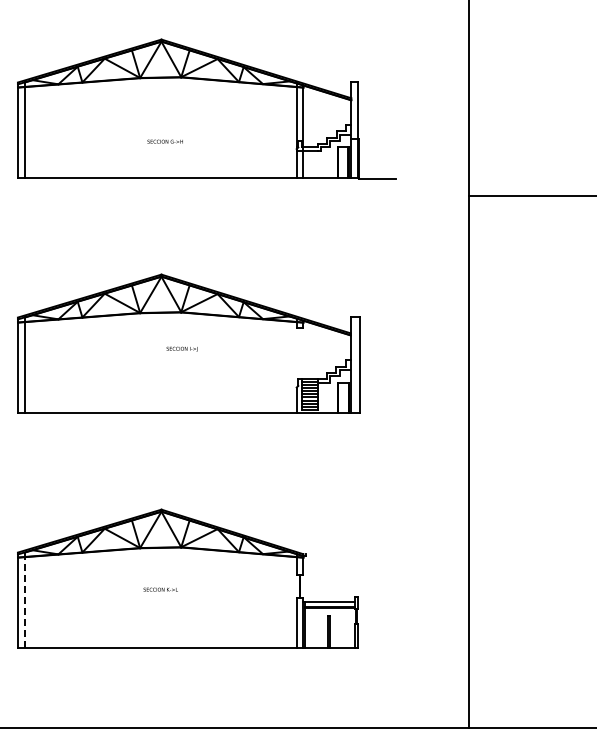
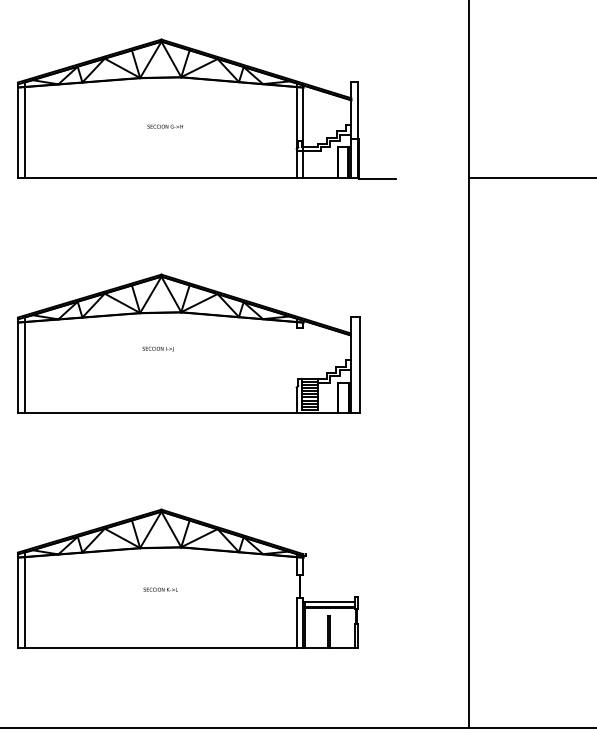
text at (164, 141) position: (164, 141) -> (164, 126)
line at (531, 196) position: (531, 196) -> (531, 178)
text at (181, 348) position: (181, 348) -> (157, 348)
line at (24, 600): dashed -> solid
